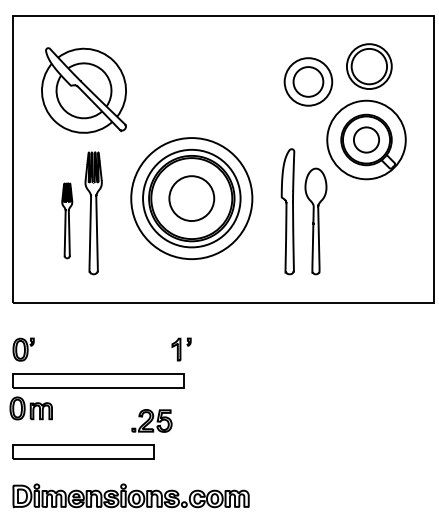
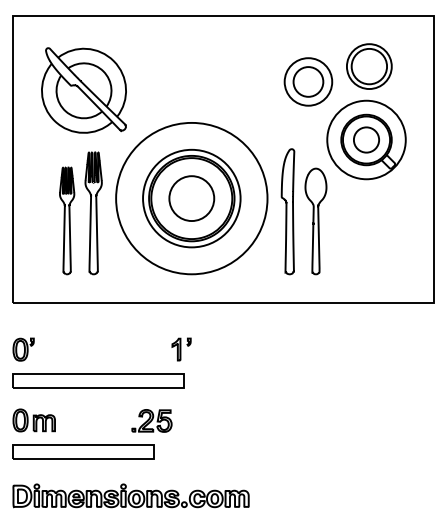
circle at (191, 198) diameter: 121 px -> 151 px
part at (67, 220) size: 13x78 px -> 17x110 px
part at (30, 408) position: (30, 408) -> (33, 420)
